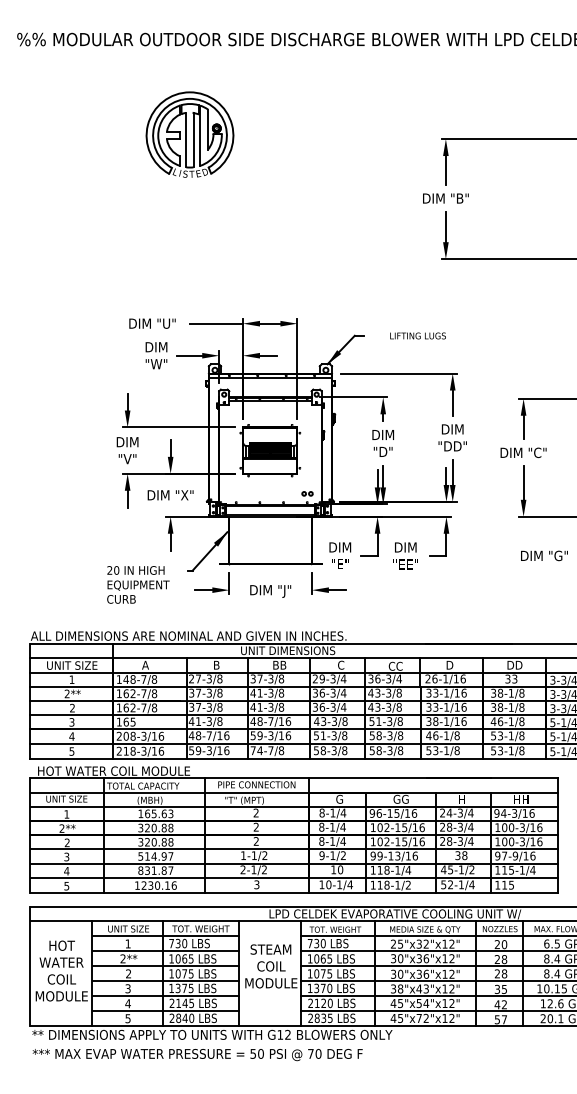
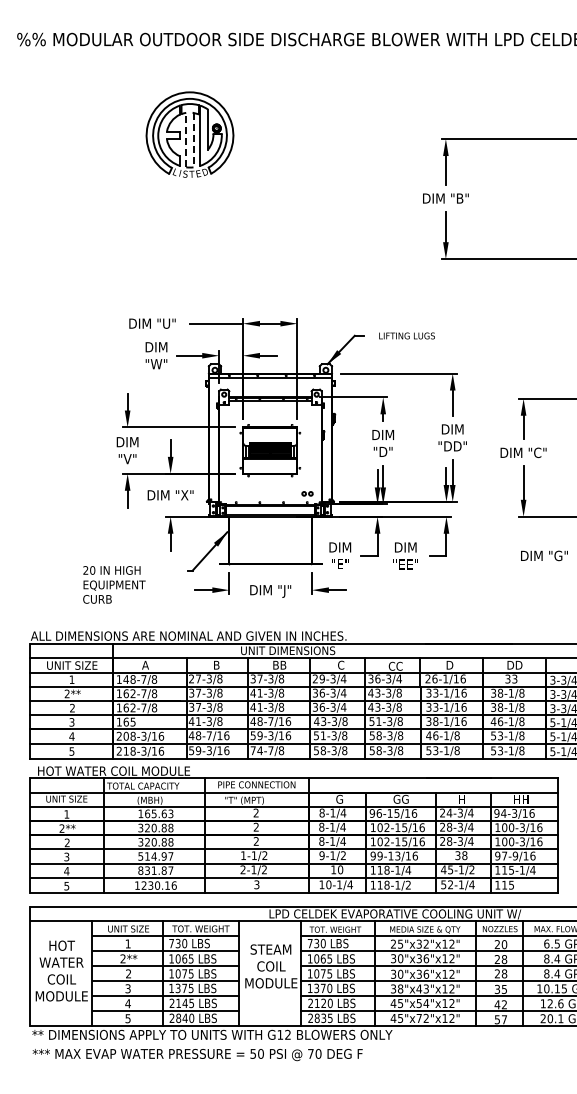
line at (186, 139): solid -> dashed
line at (193, 140): solid -> dashed
text at (417, 335) position: (417, 335) -> (406, 335)
text at (138, 584) position: (138, 584) -> (114, 584)
